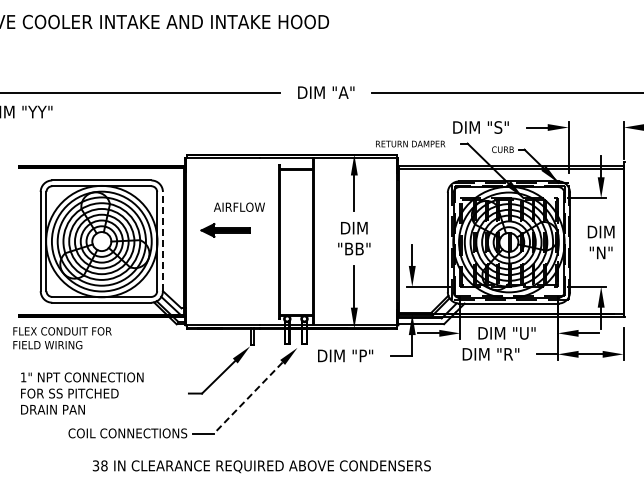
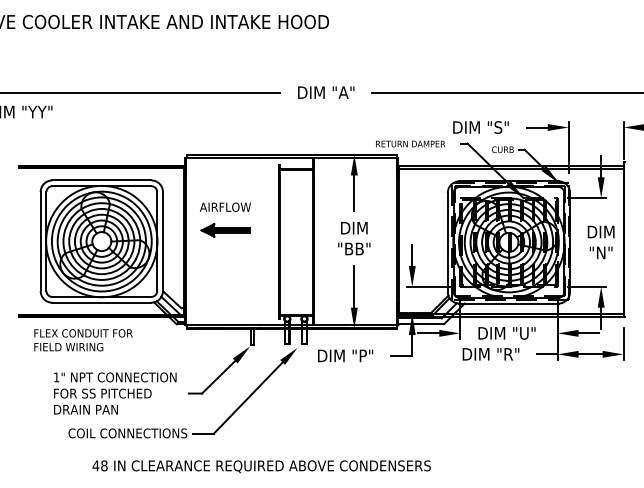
text at (239, 206) position: (239, 206) -> (225, 206)
line at (162, 241): dashed -> solid
text at (62, 338) position: (62, 338) -> (83, 340)
text at (82, 393) position: (82, 393) -> (115, 393)
line at (247, 398): dashed -> solid
text at (95, 465): 38 -> 48
